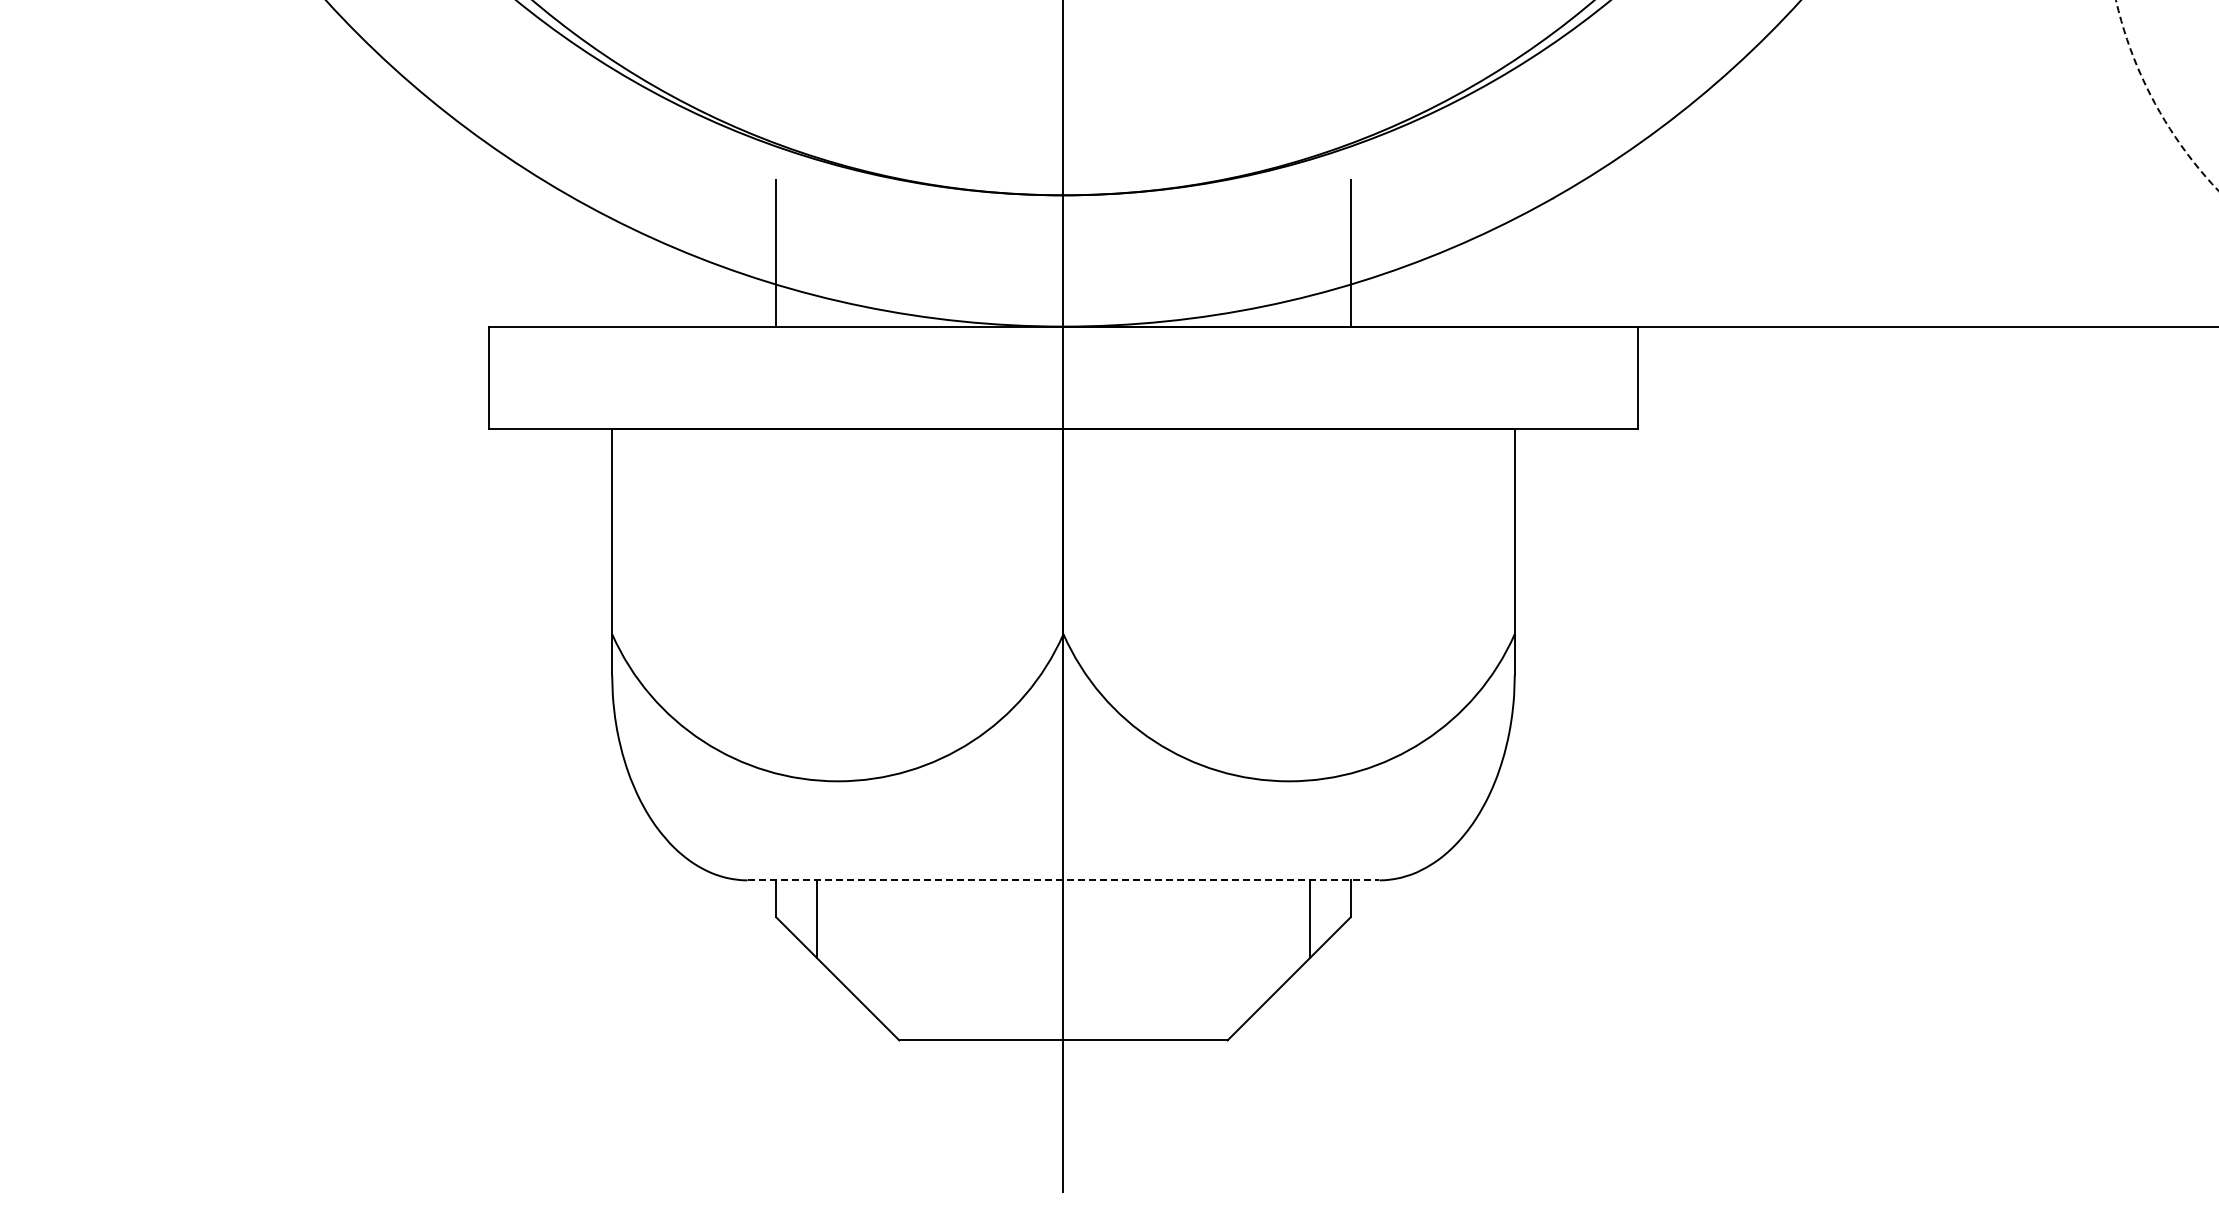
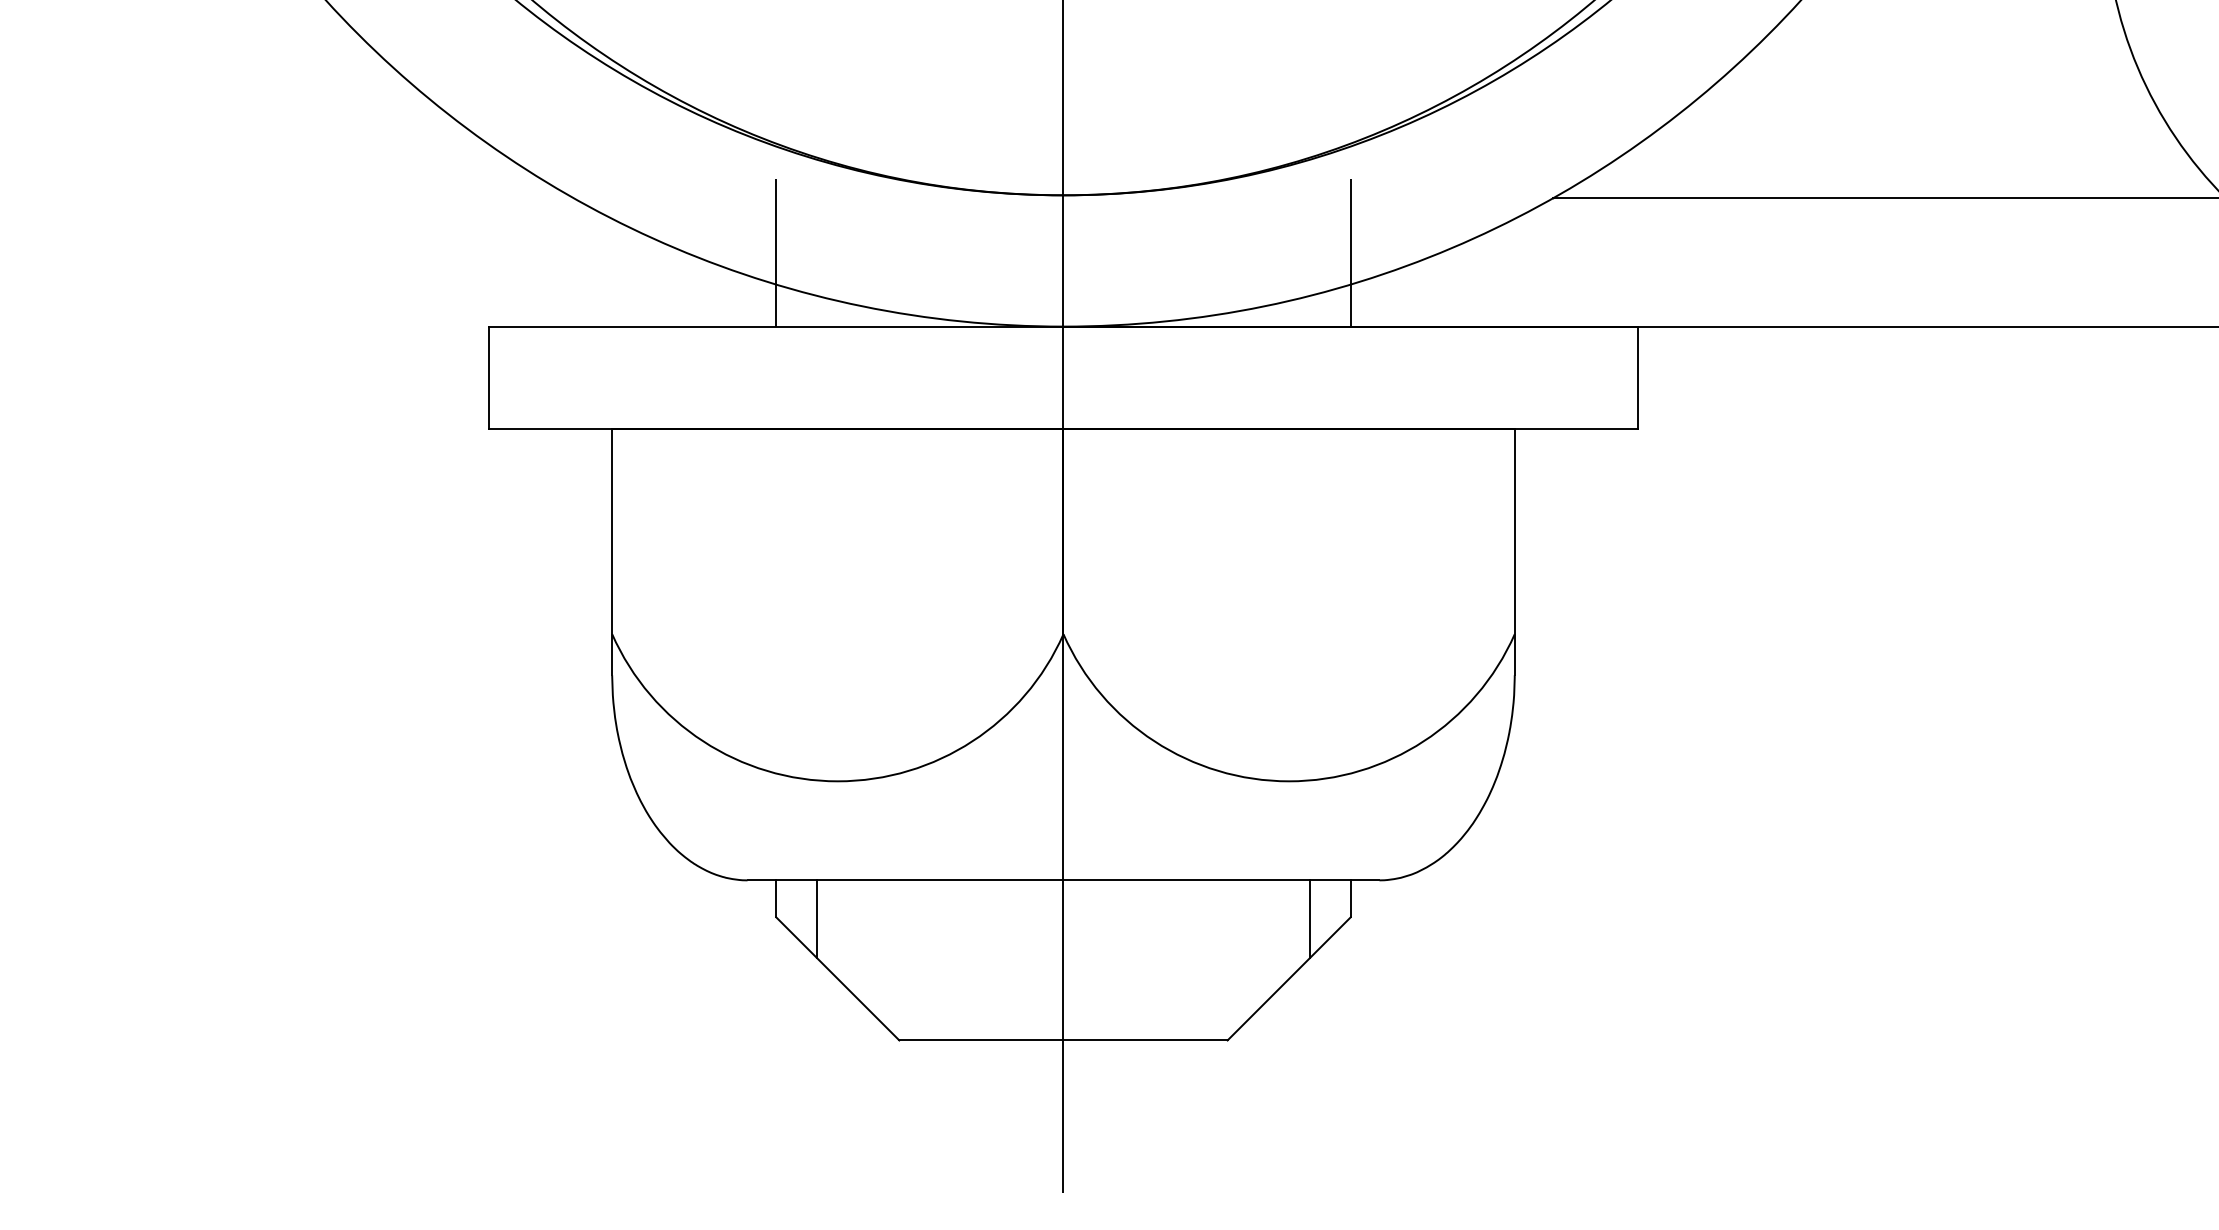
arc at (2154, 102): dashed -> solid
line at (1883, 198): none -> present
line at (1063, 880): dashed -> solid
